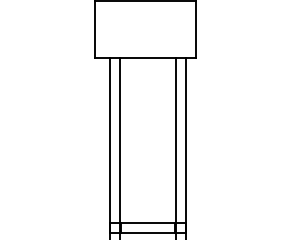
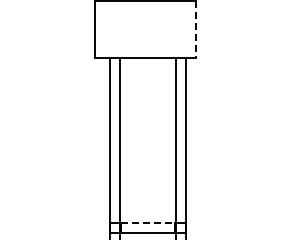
line at (195, 29): solid -> dashed
line at (148, 222): solid -> dashed
